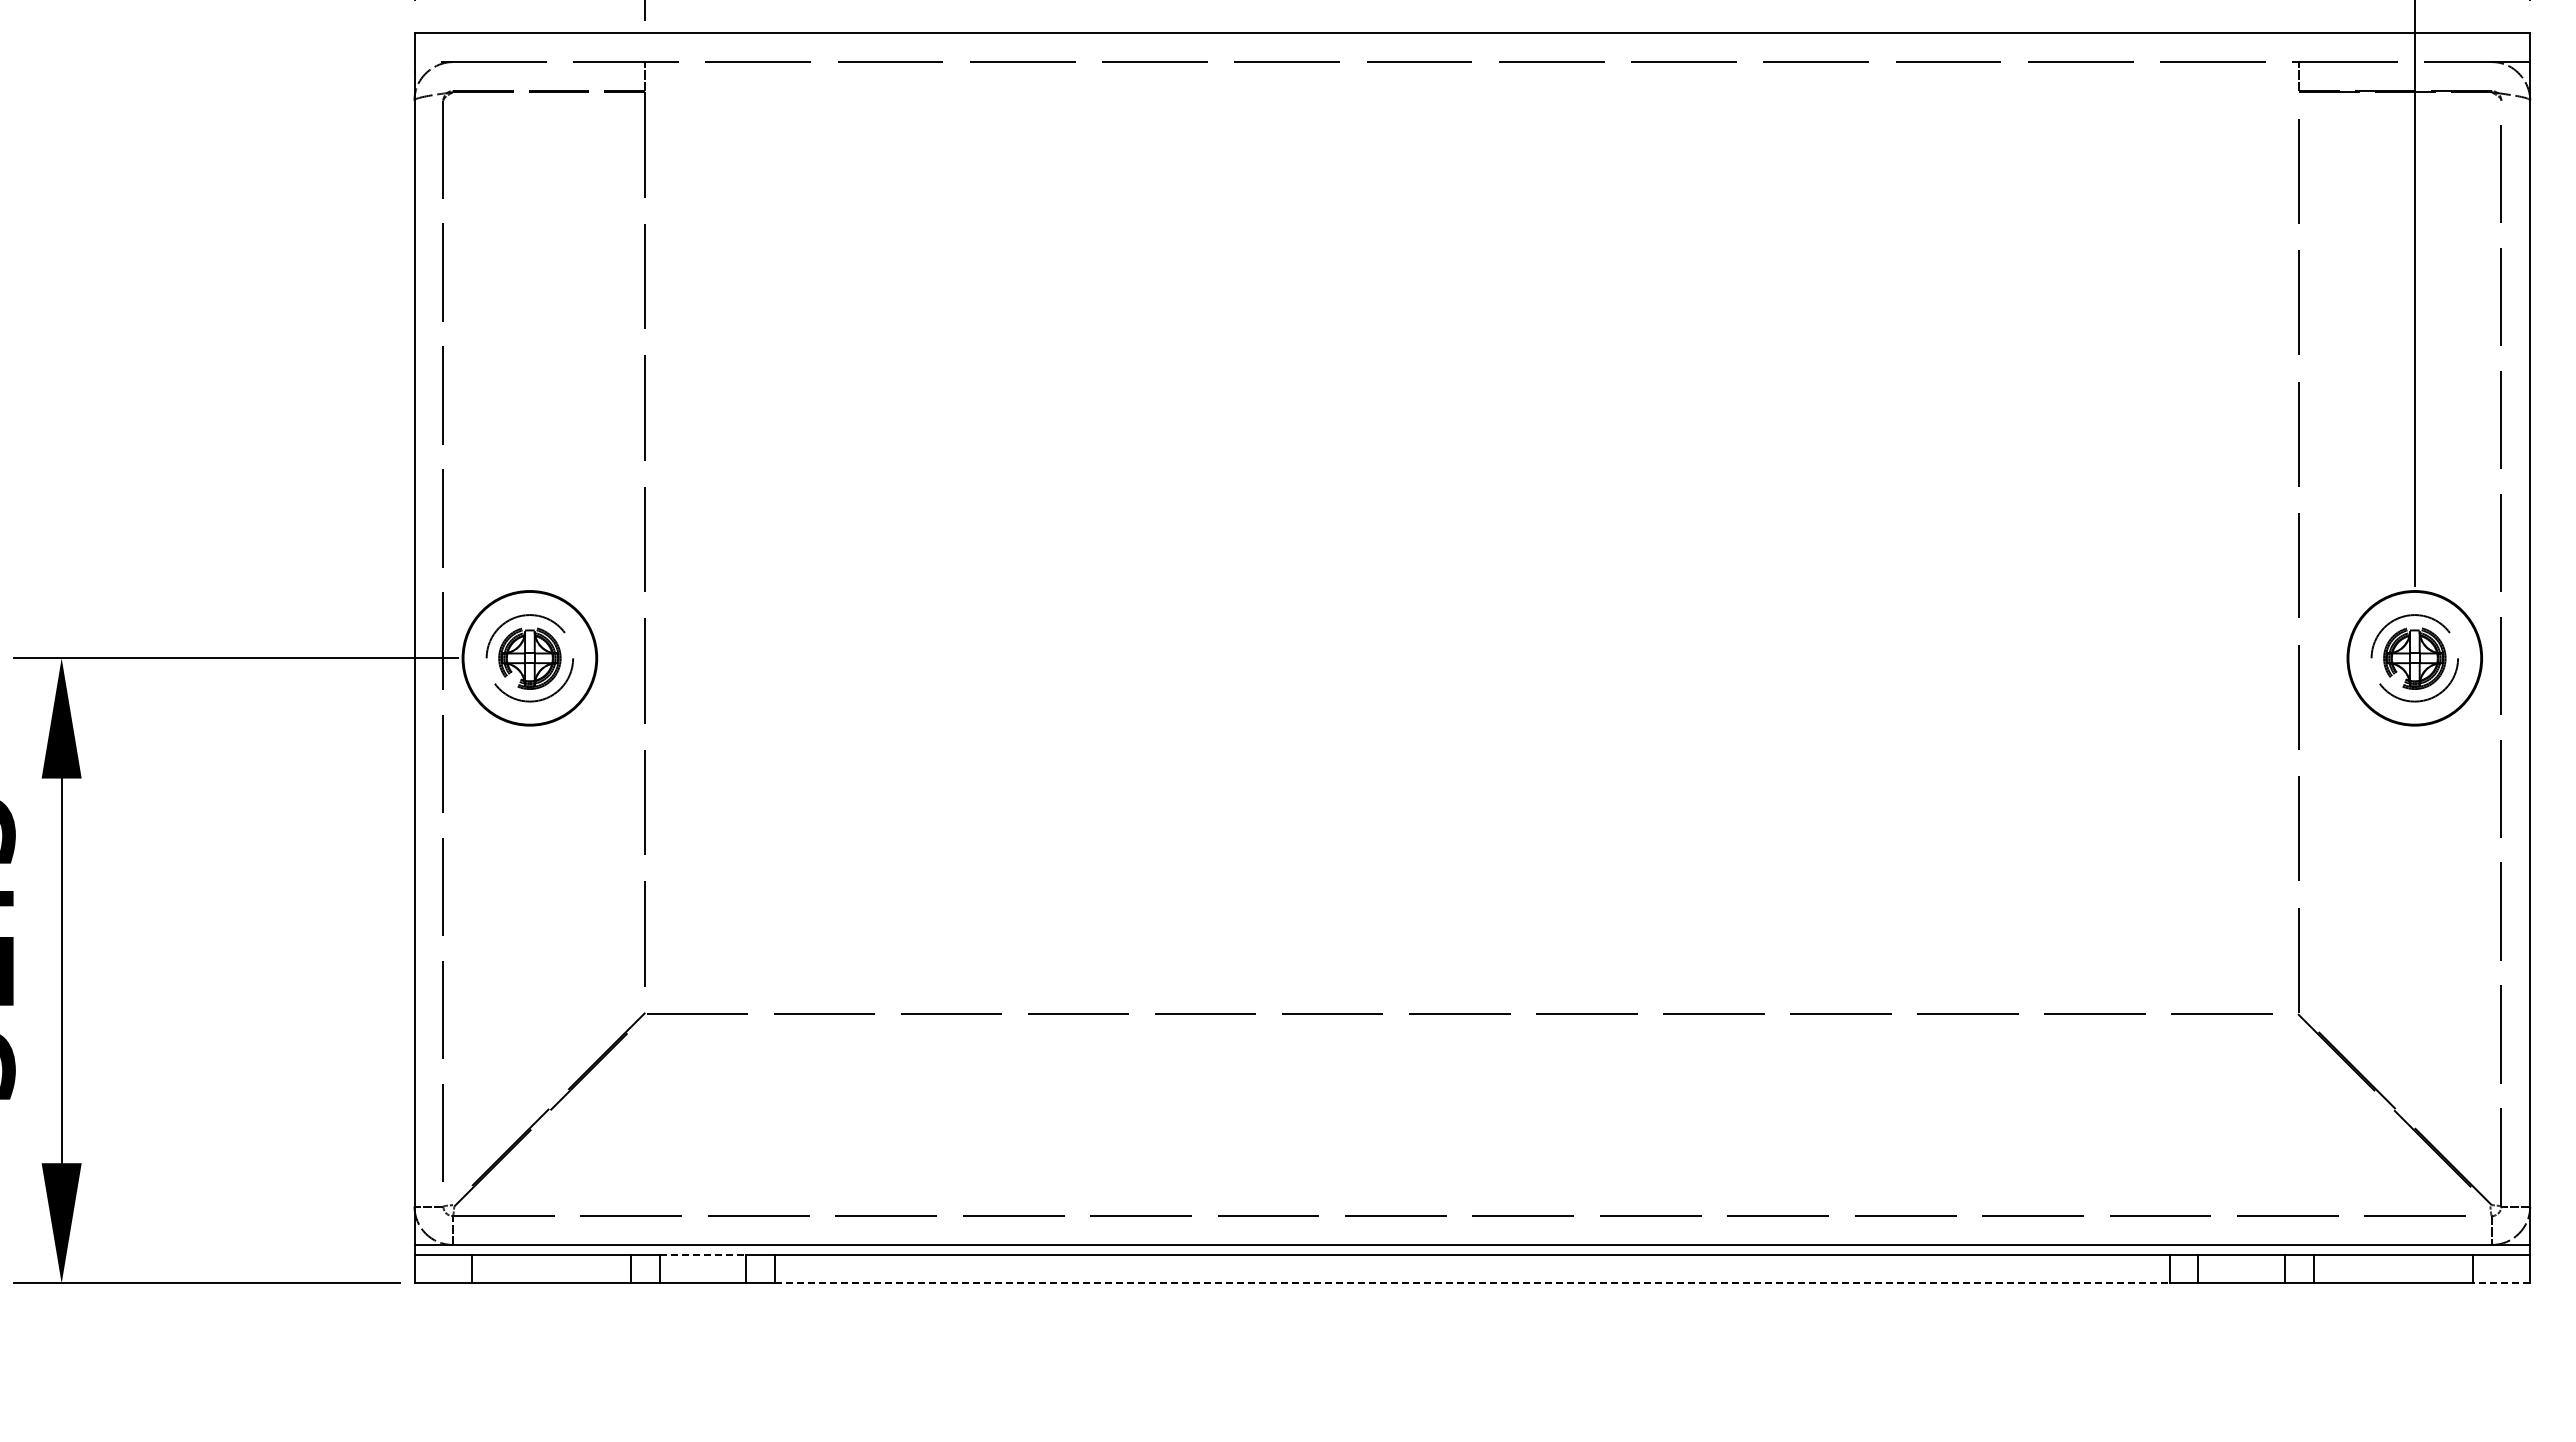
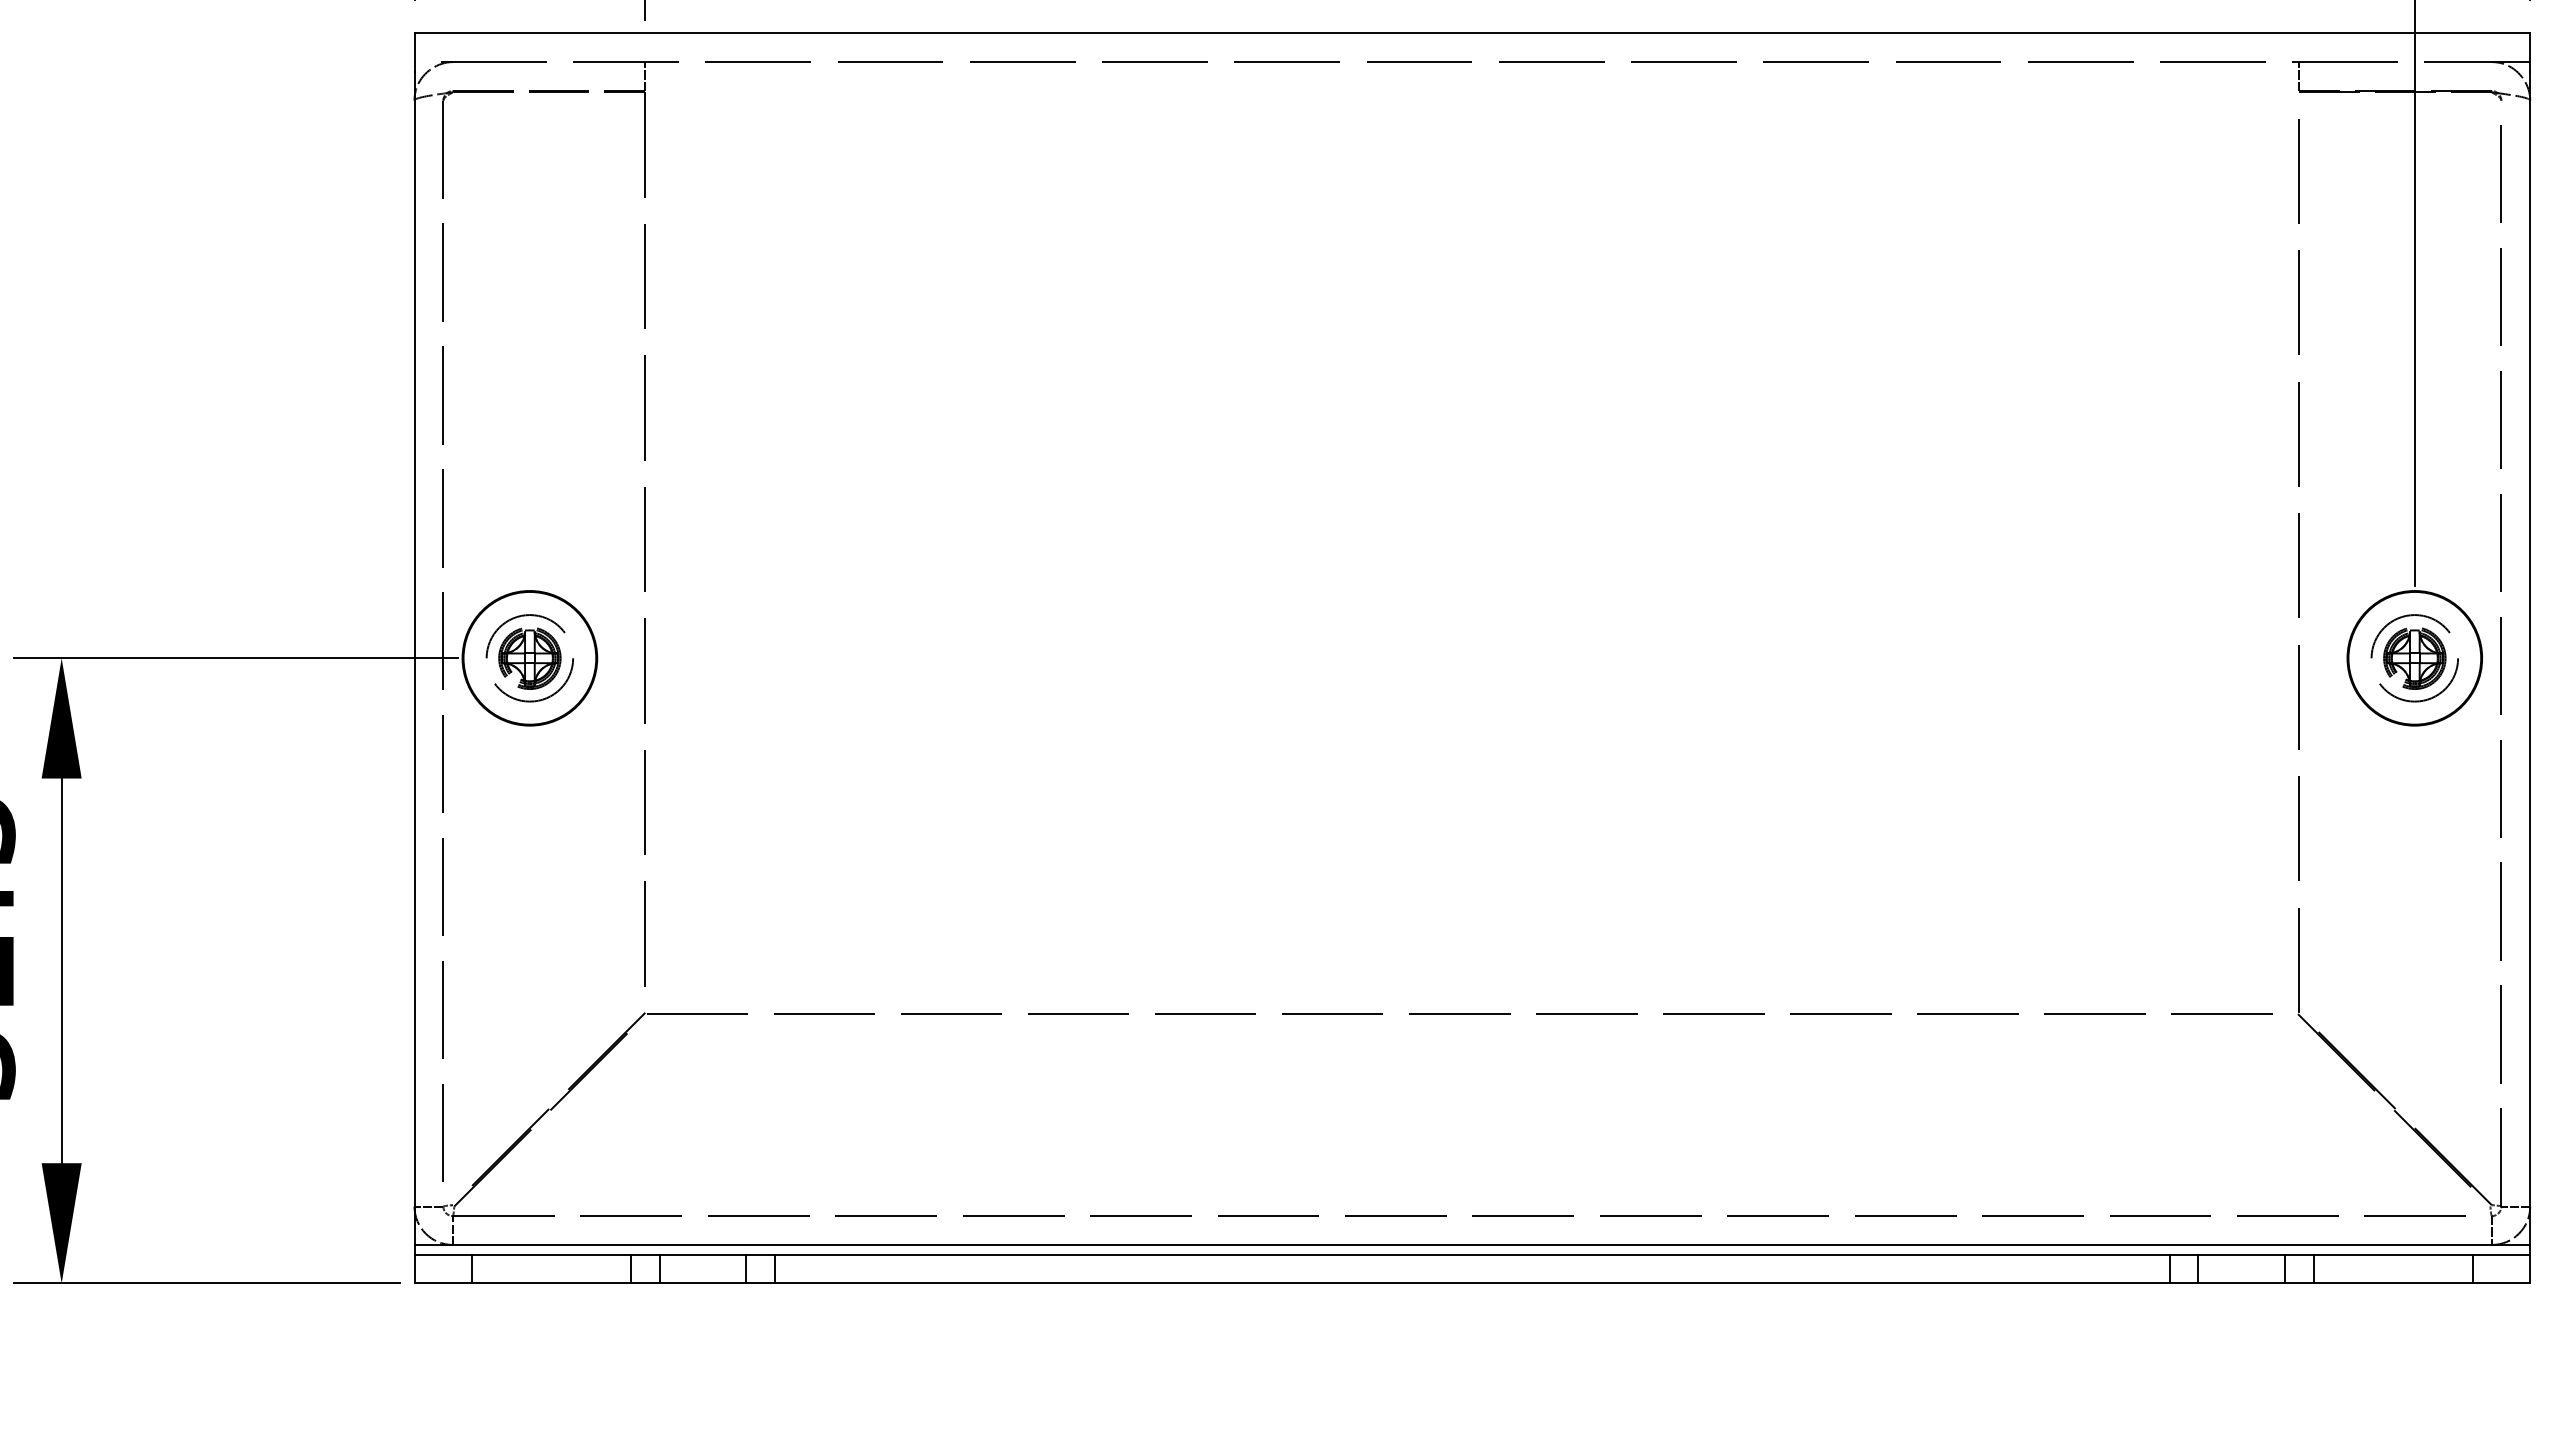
line at (703, 1254): dashed -> solid
line at (1472, 1283): dashed -> solid
line at (2501, 1283): dashed -> solid
